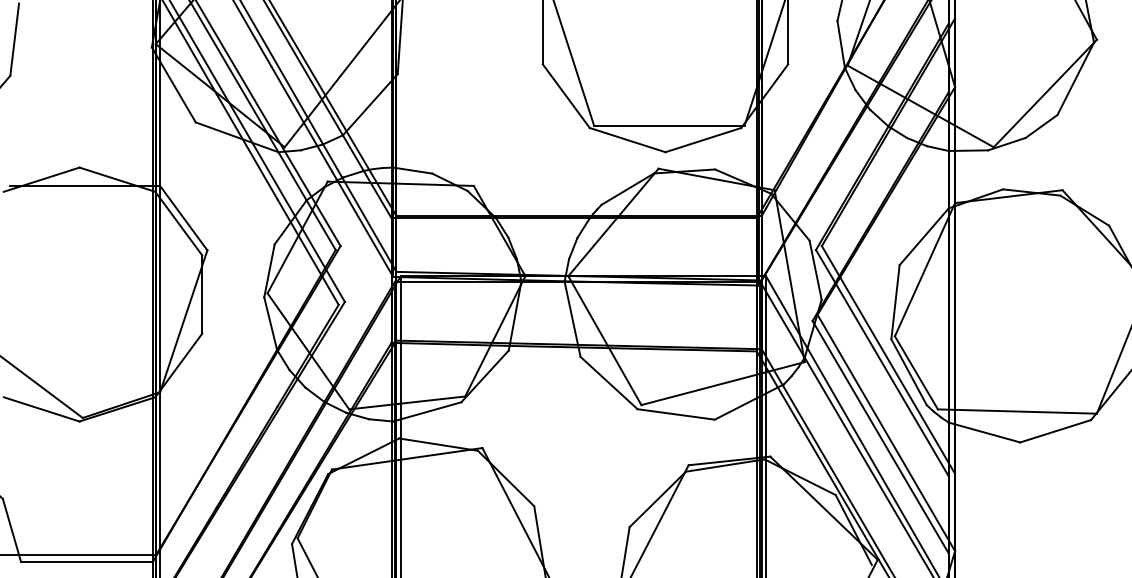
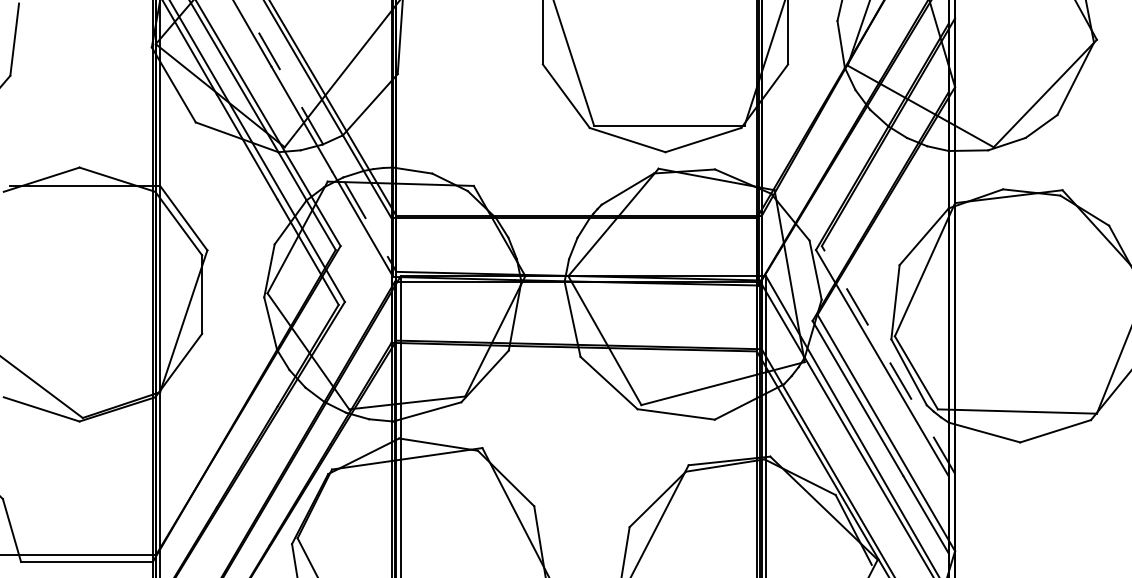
line at (318, 136): solid -> dashed
line at (888, 359): solid -> dashed
